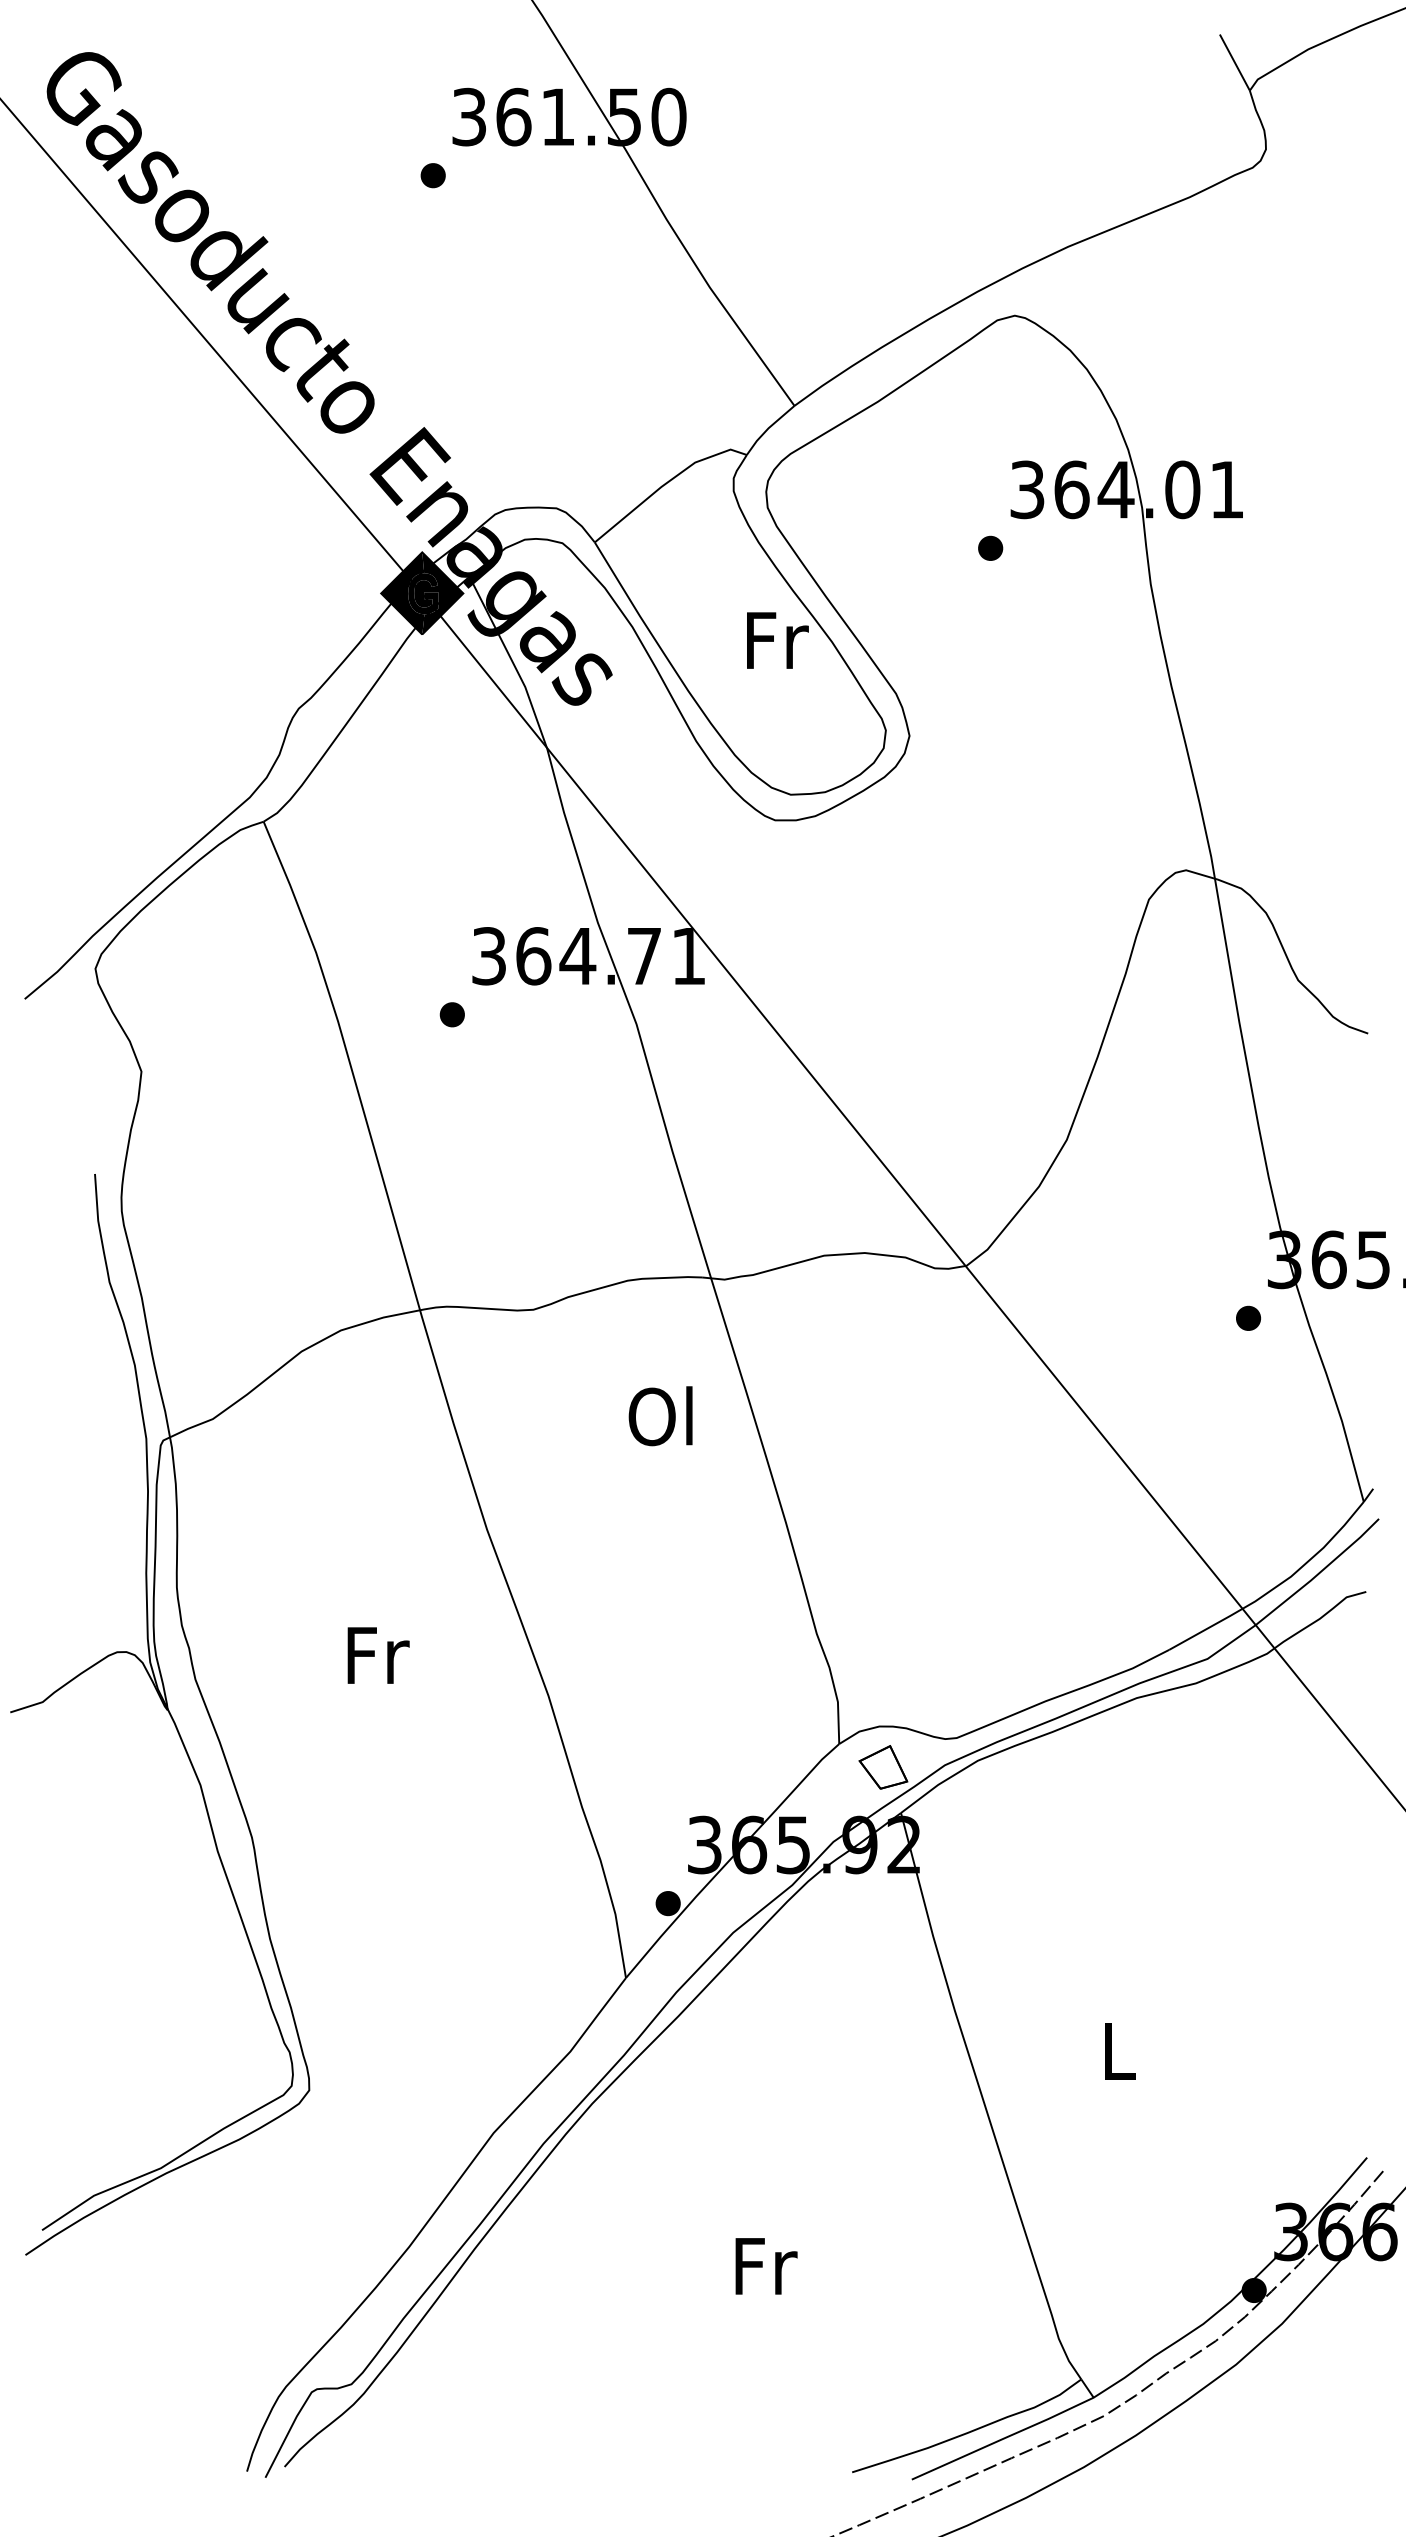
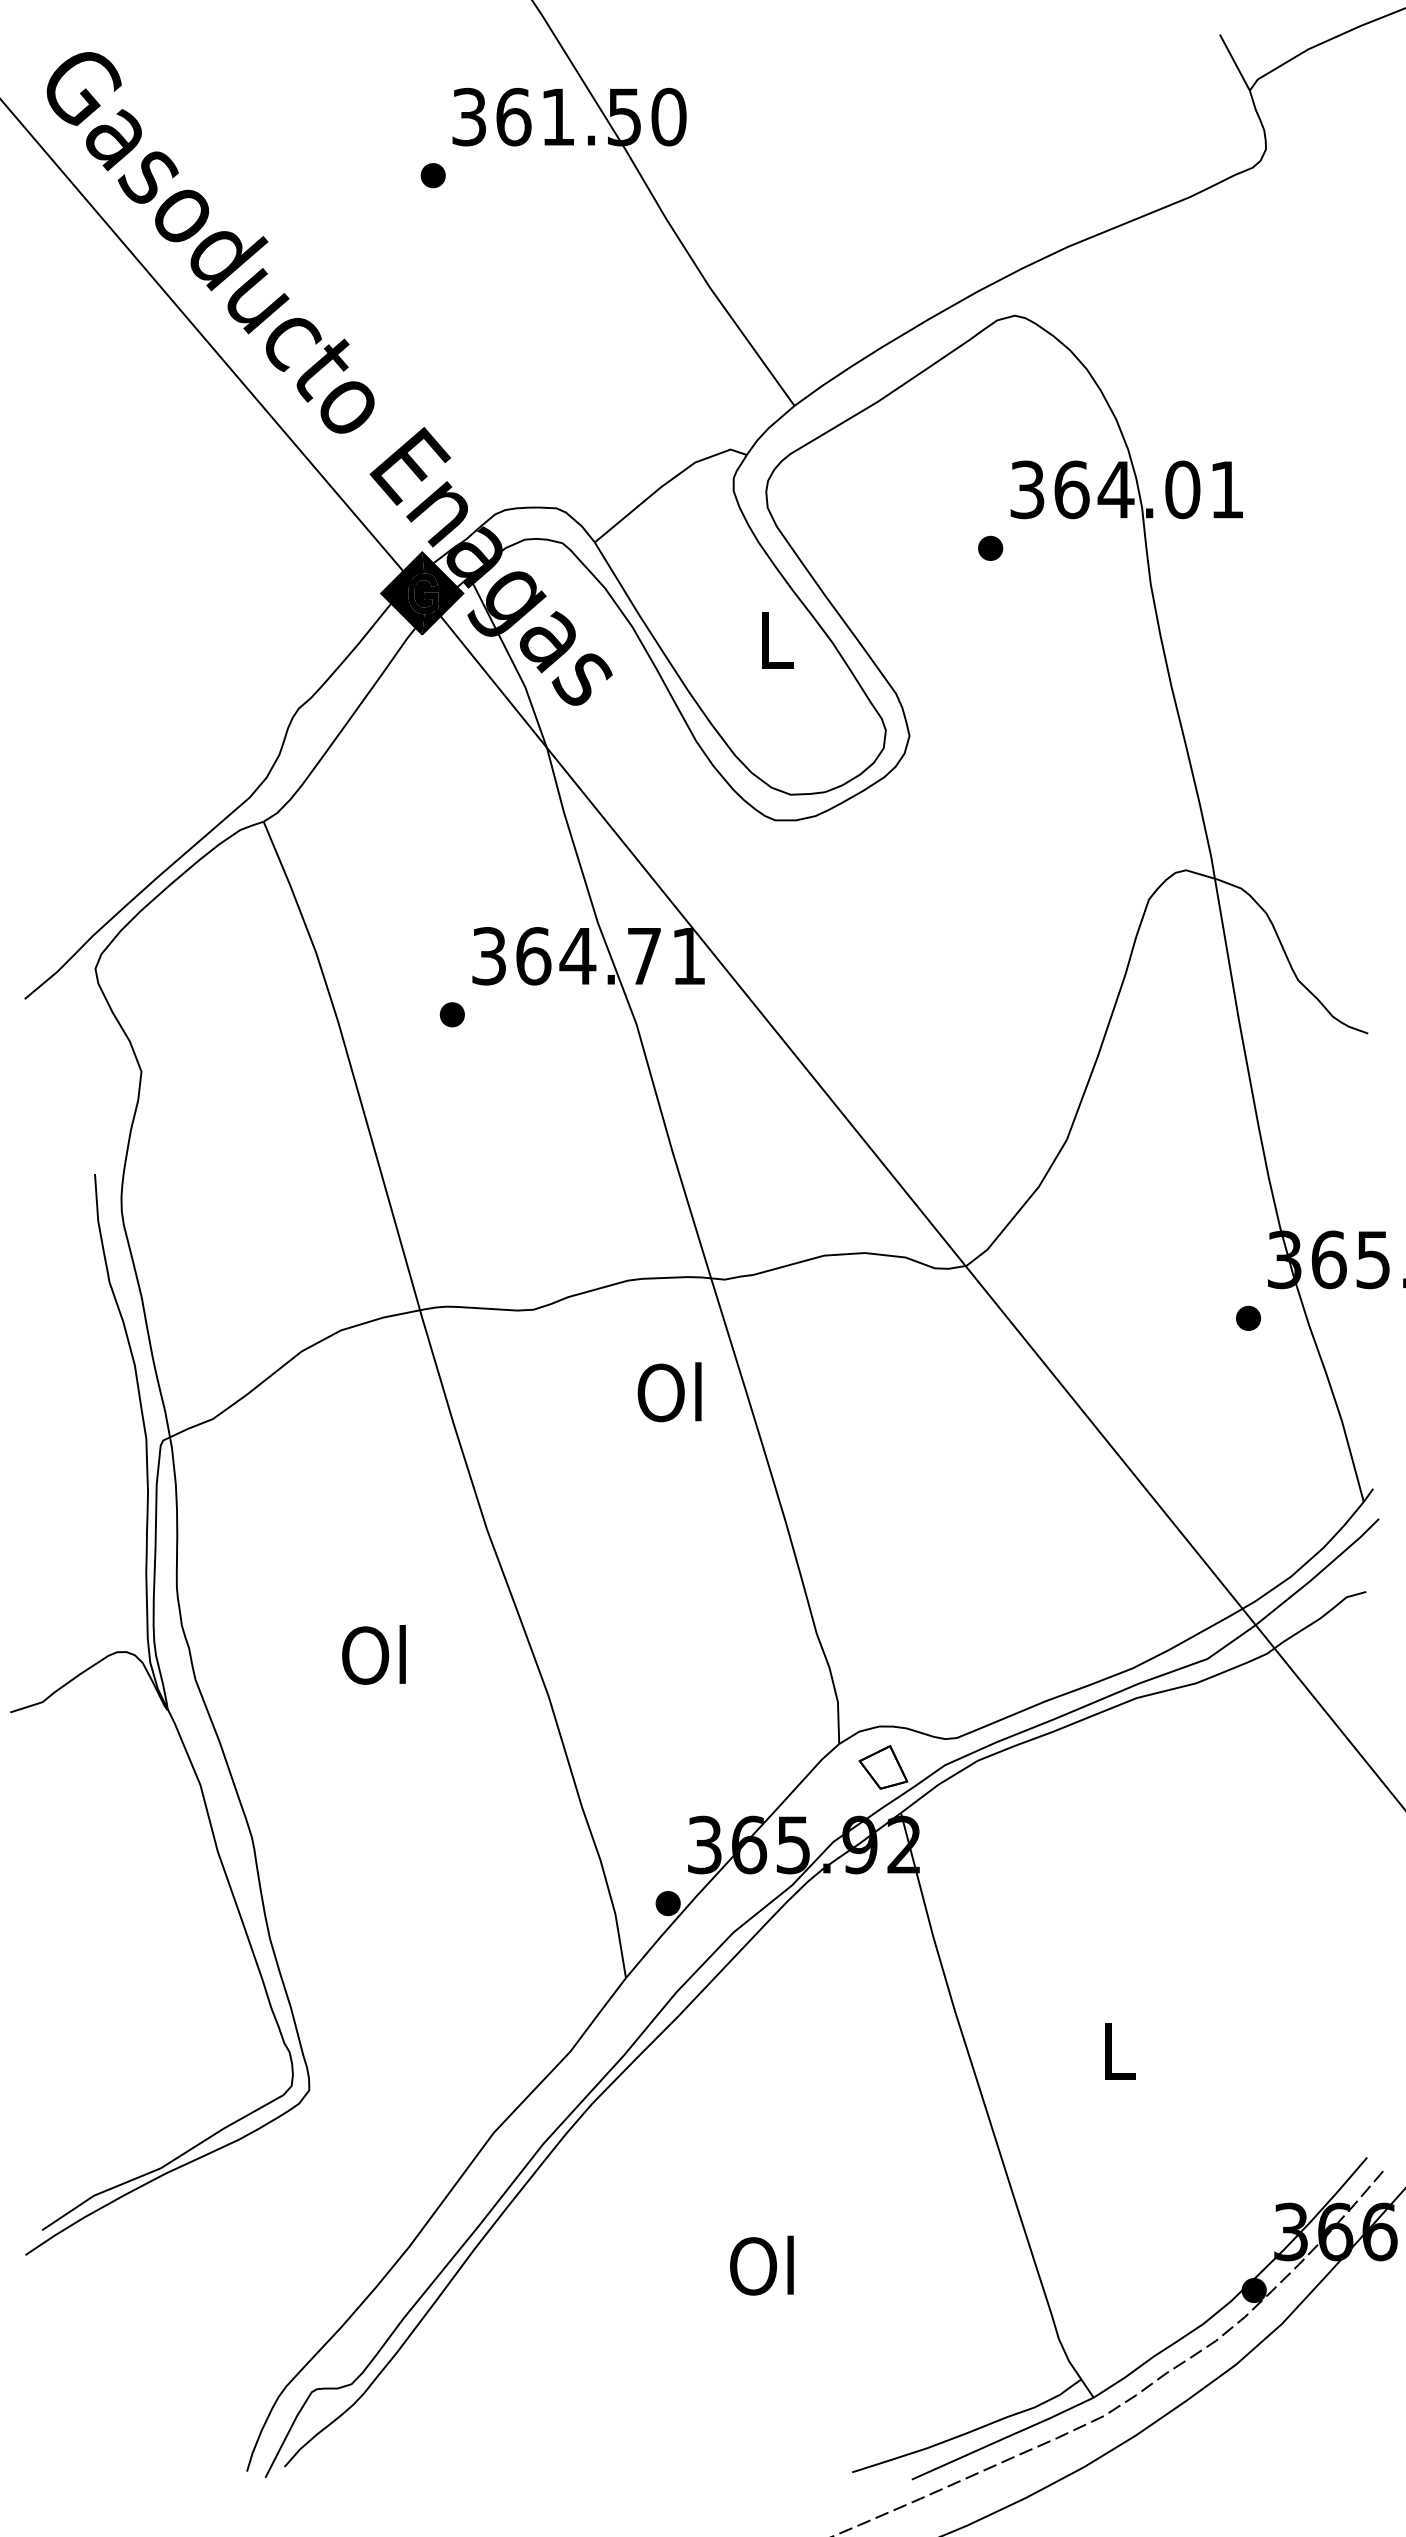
text at (777, 640): Fr -> L
text at (660, 1416) position: (660, 1416) -> (669, 1392)
text at (375, 1654): Fr -> Ol
text at (763, 2265): Fr -> Ol
